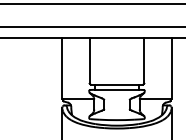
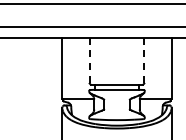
line at (89, 60): solid -> dashed
line at (144, 60): solid -> dashed
